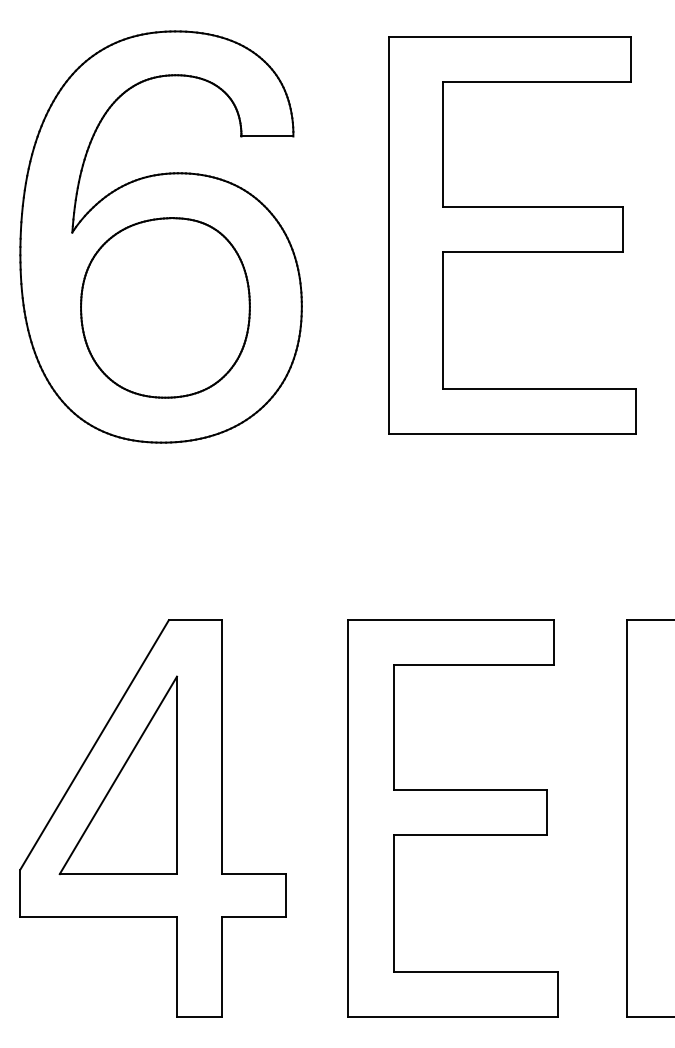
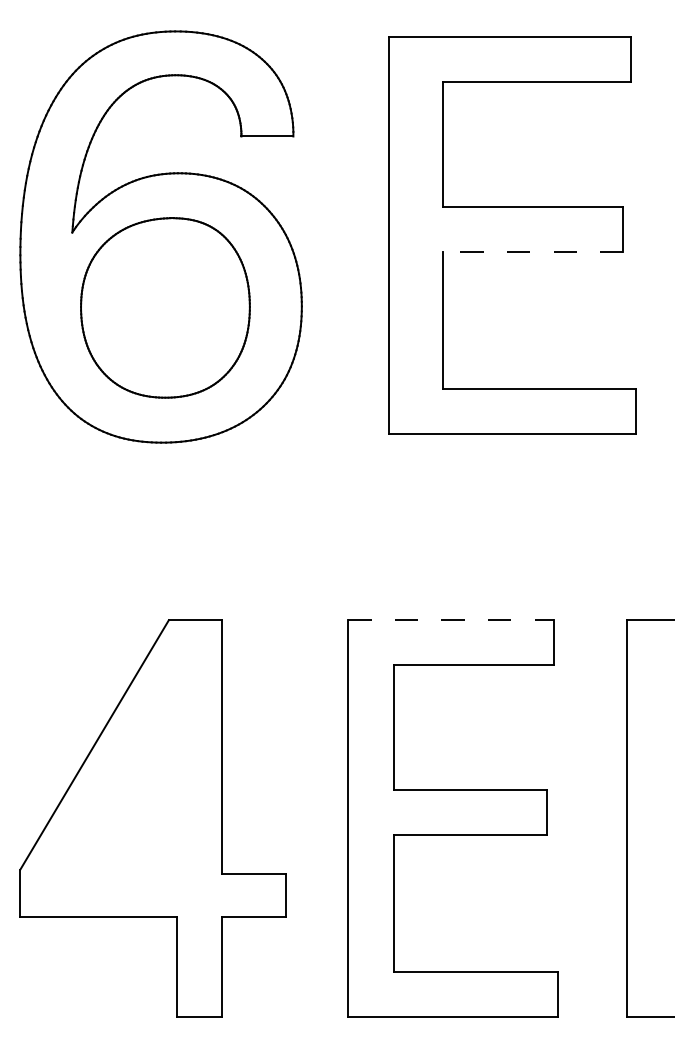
line at (532, 252): solid -> dashed
line at (450, 620): solid -> dashed
part at (118, 774): present -> none
